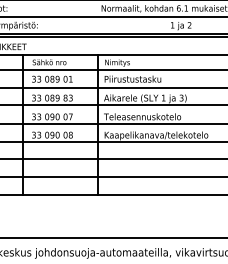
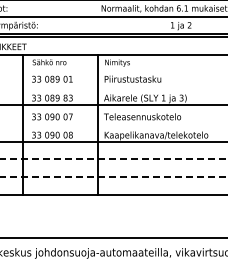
line at (113, 70): present -> none
line at (113, 88): present -> none
line at (113, 123): present -> none
line at (113, 158): solid -> dashed
line at (113, 176): solid -> dashed
